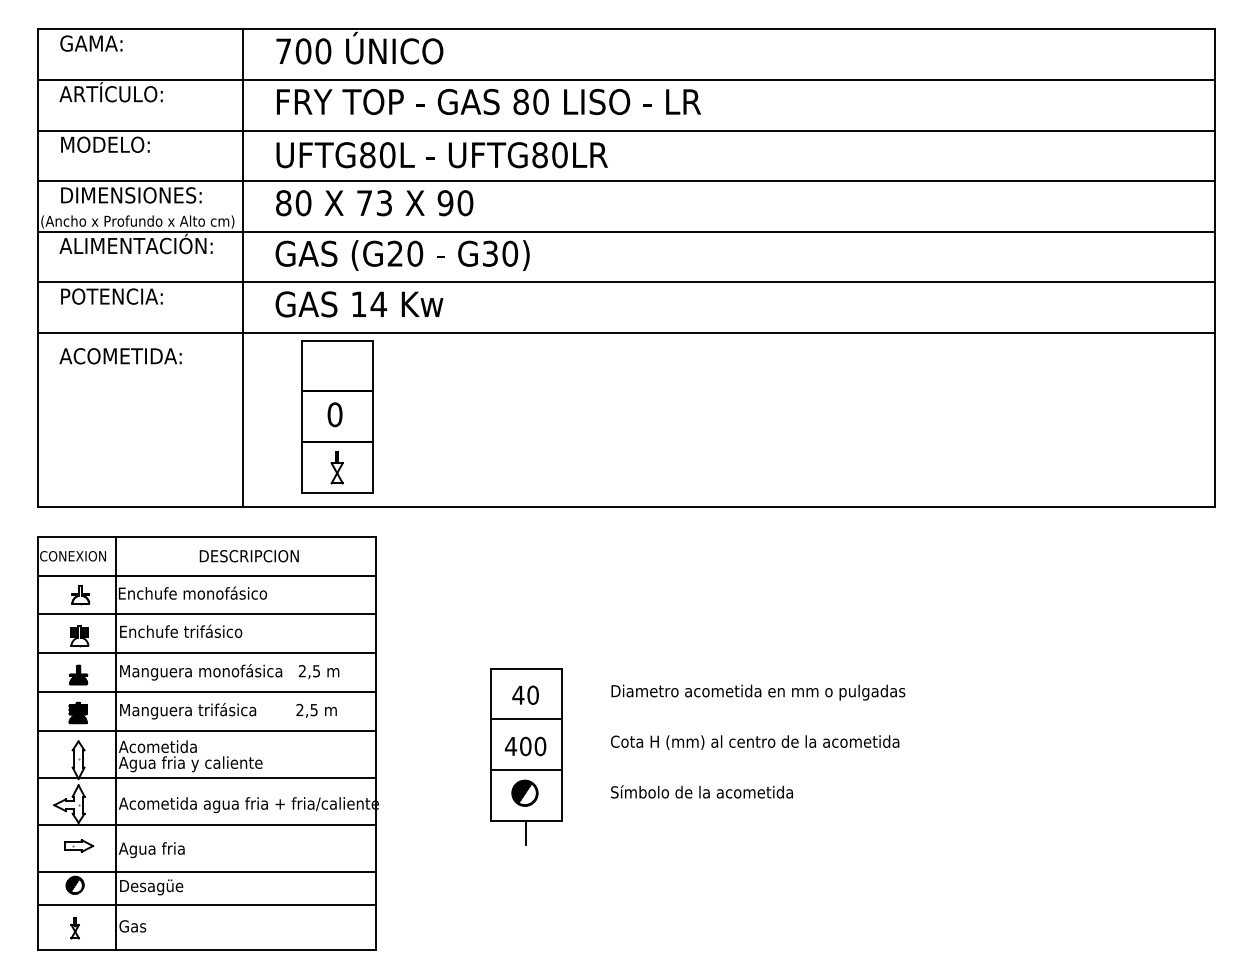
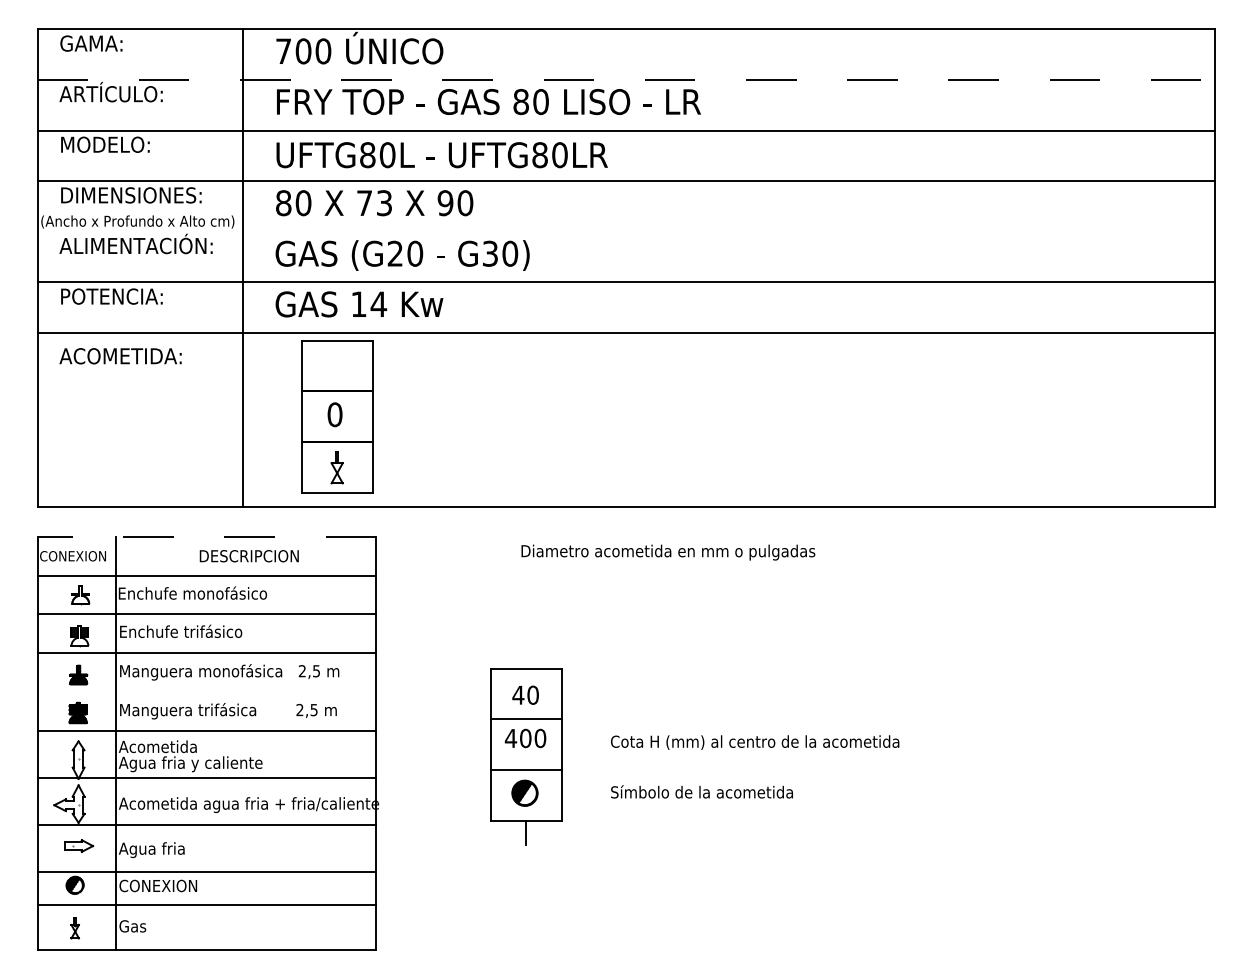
line at (626, 80): solid -> dashed
line at (626, 231): present -> none
line at (207, 536): solid -> dashed
line at (207, 692): present -> none
text at (758, 692) position: (758, 692) -> (668, 552)
text at (525, 746) position: (525, 746) -> (525, 738)
text at (158, 887): Desagüe -> CONEXION
